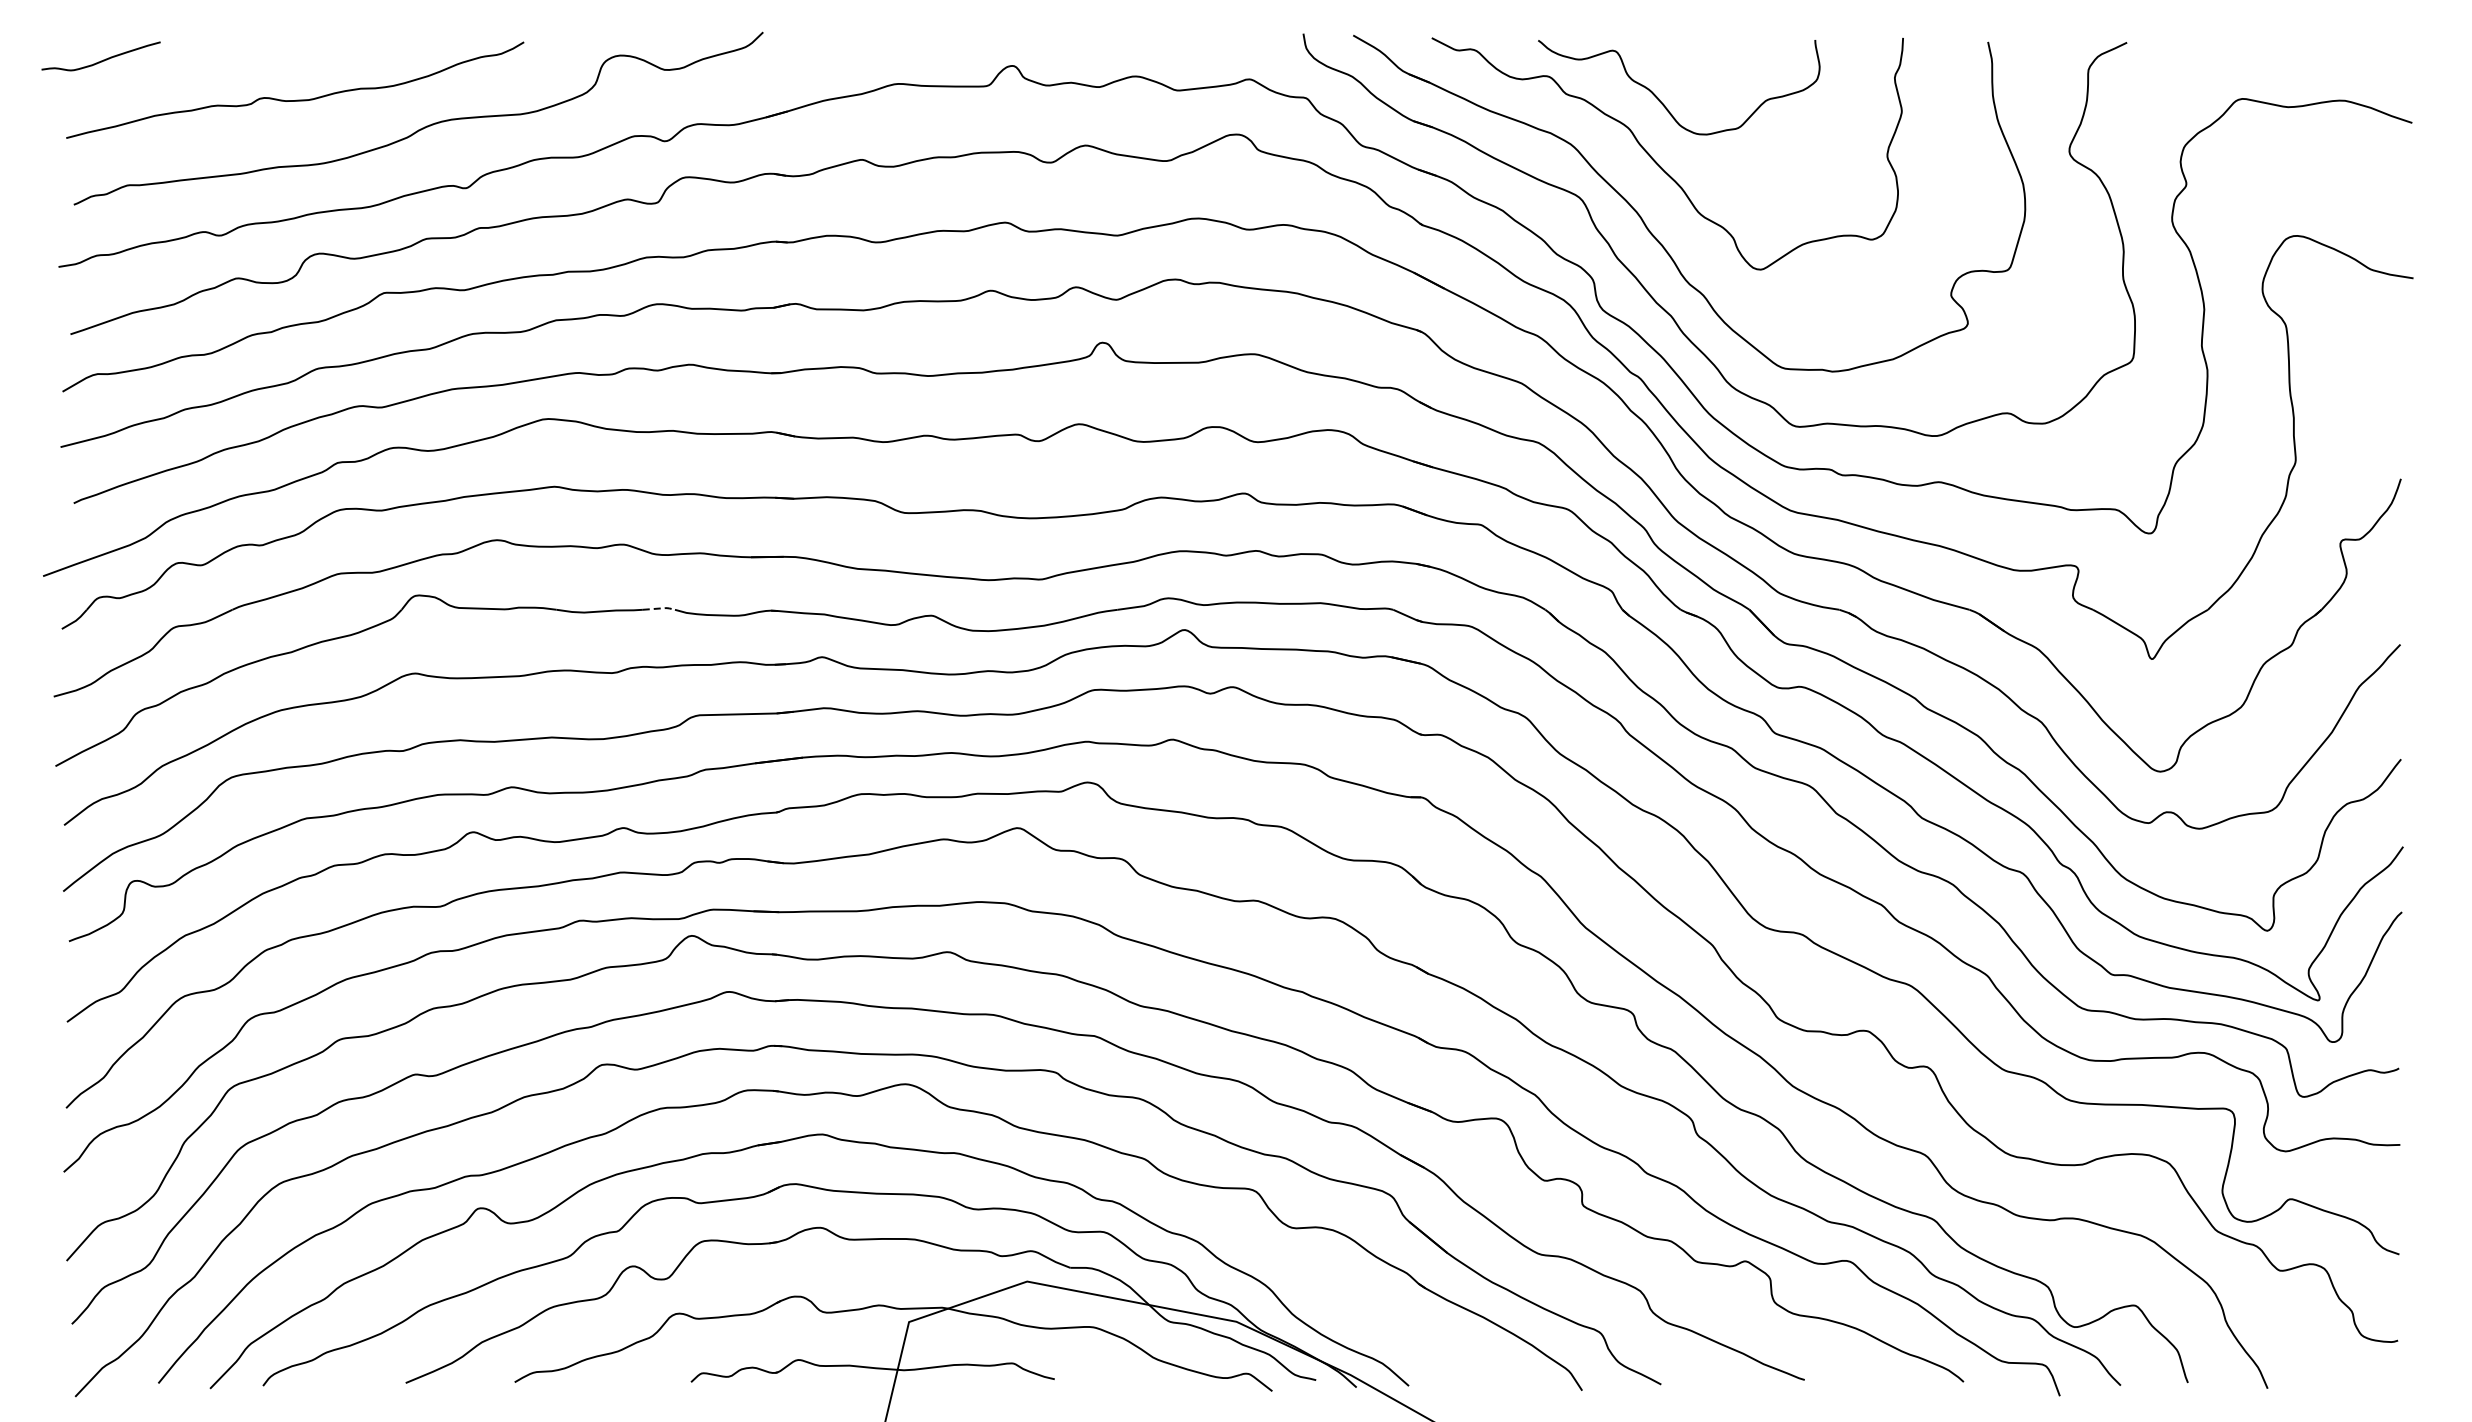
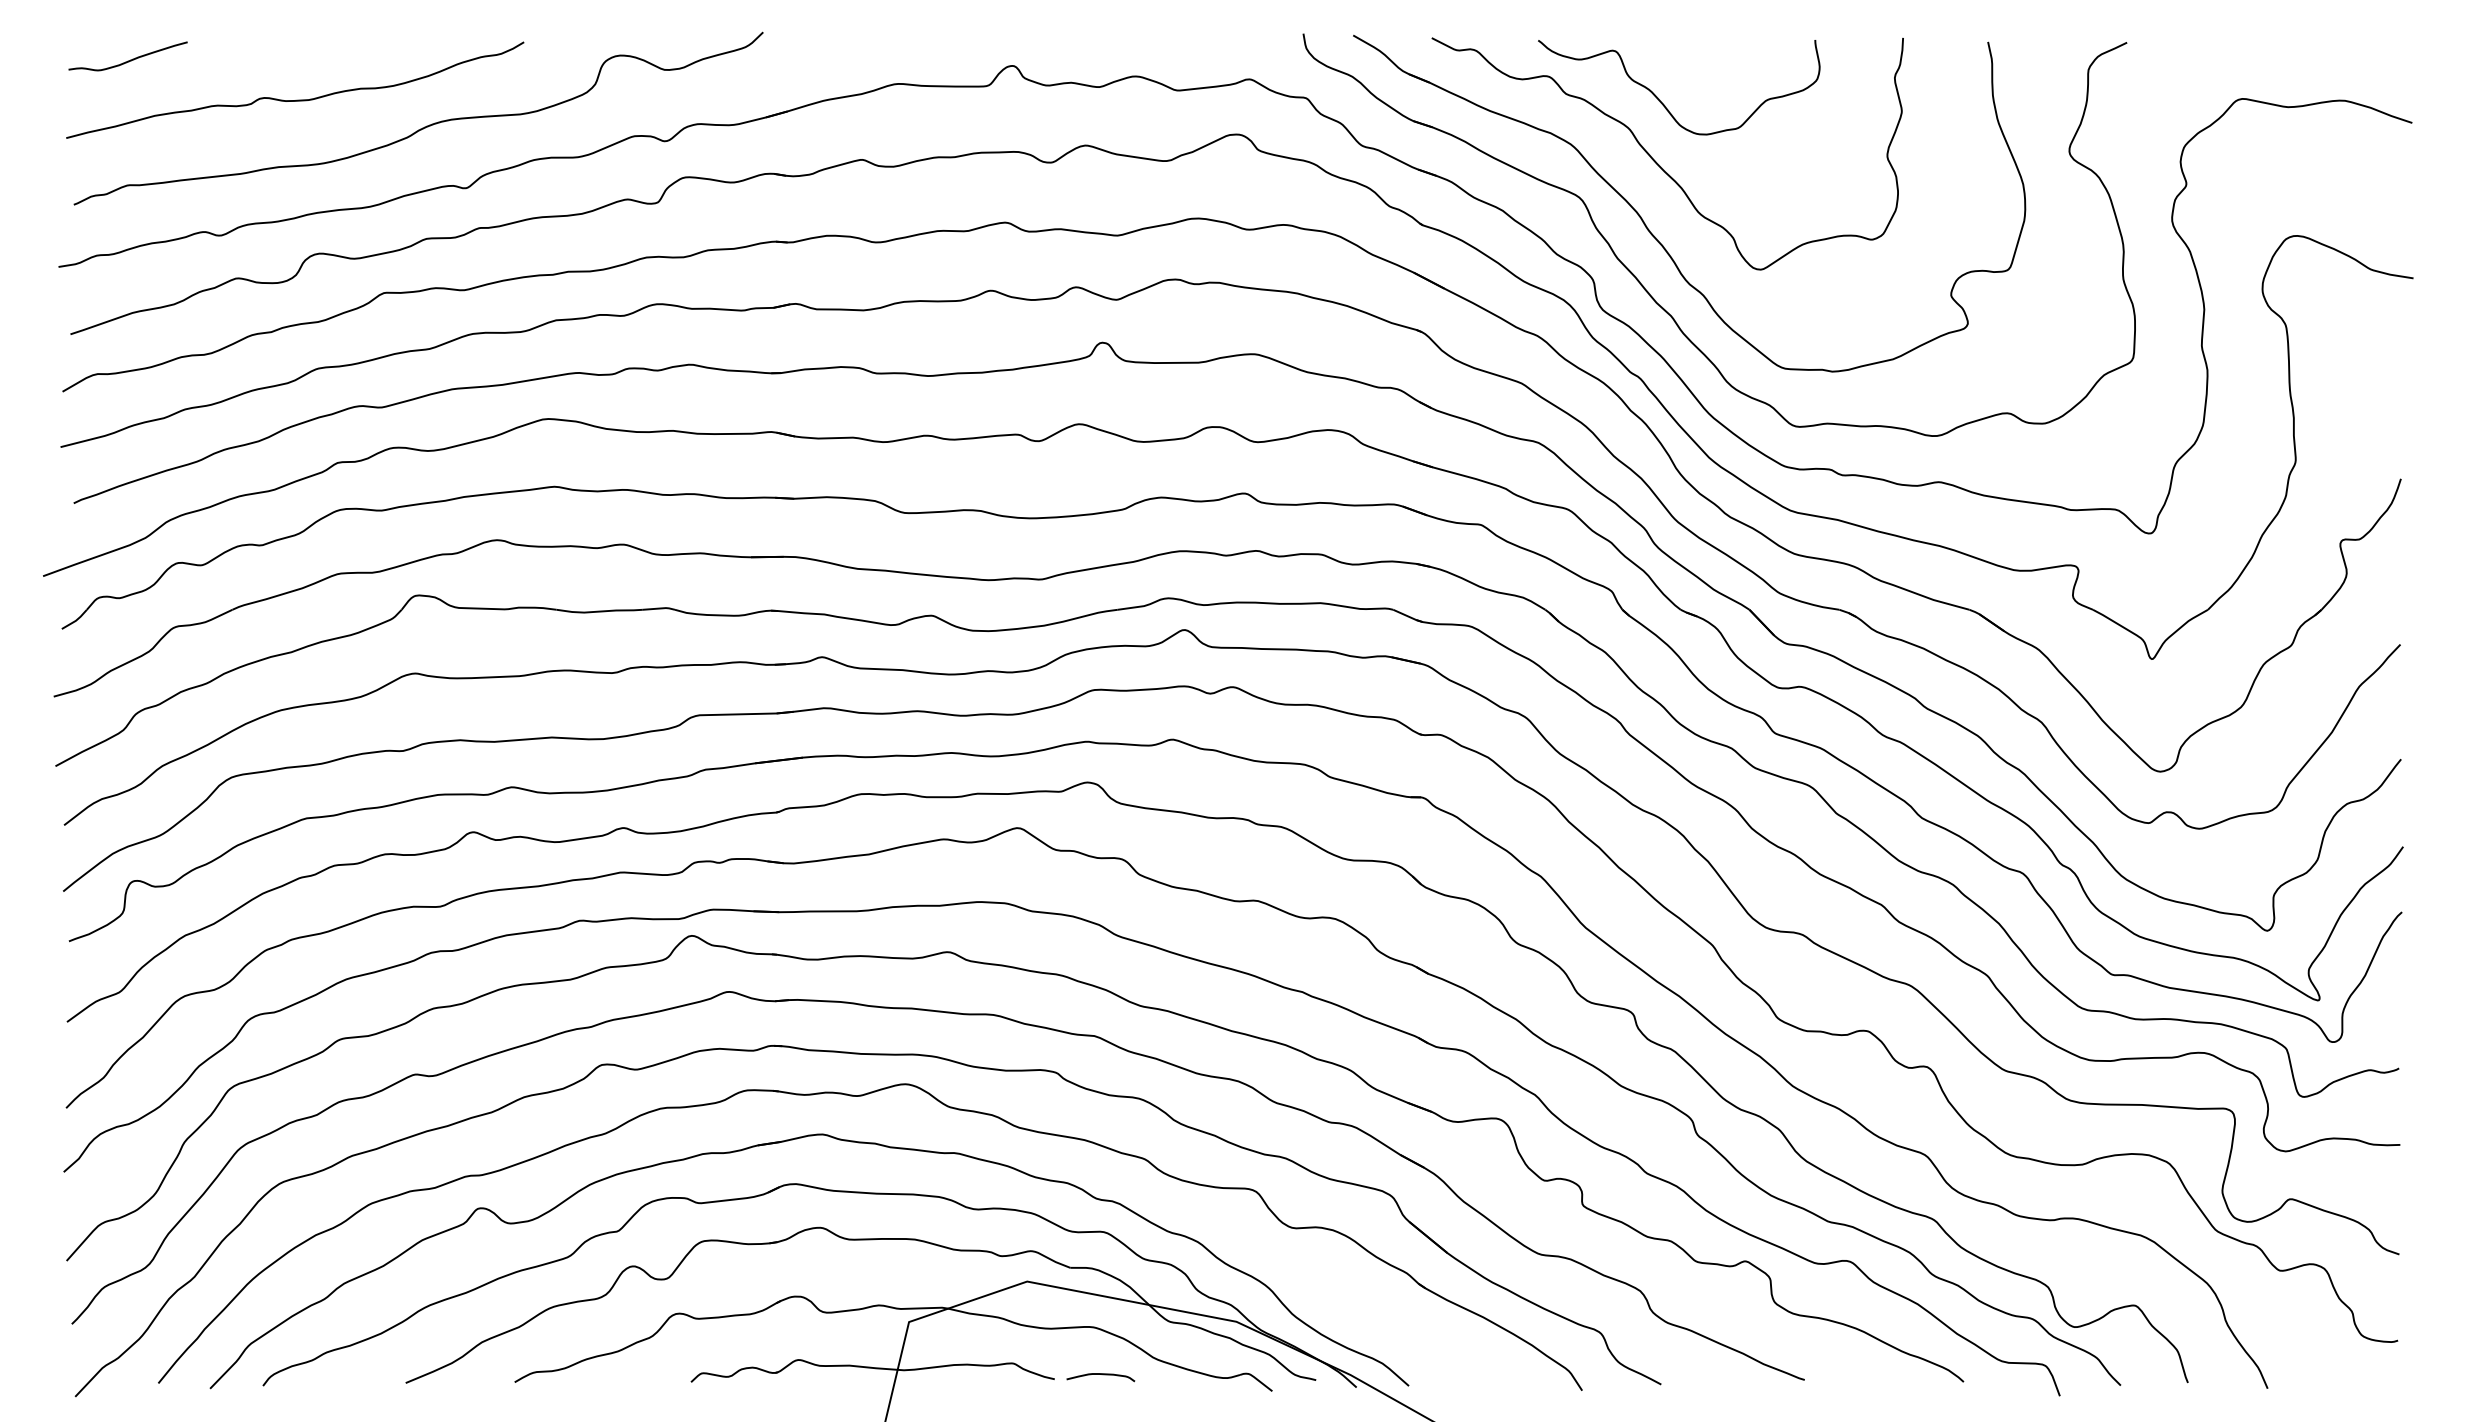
curve at (100, 60) position: (100, 60) -> (127, 60)
line at (661, 608): dashed -> solid
curve at (1102, 1375): none -> present
